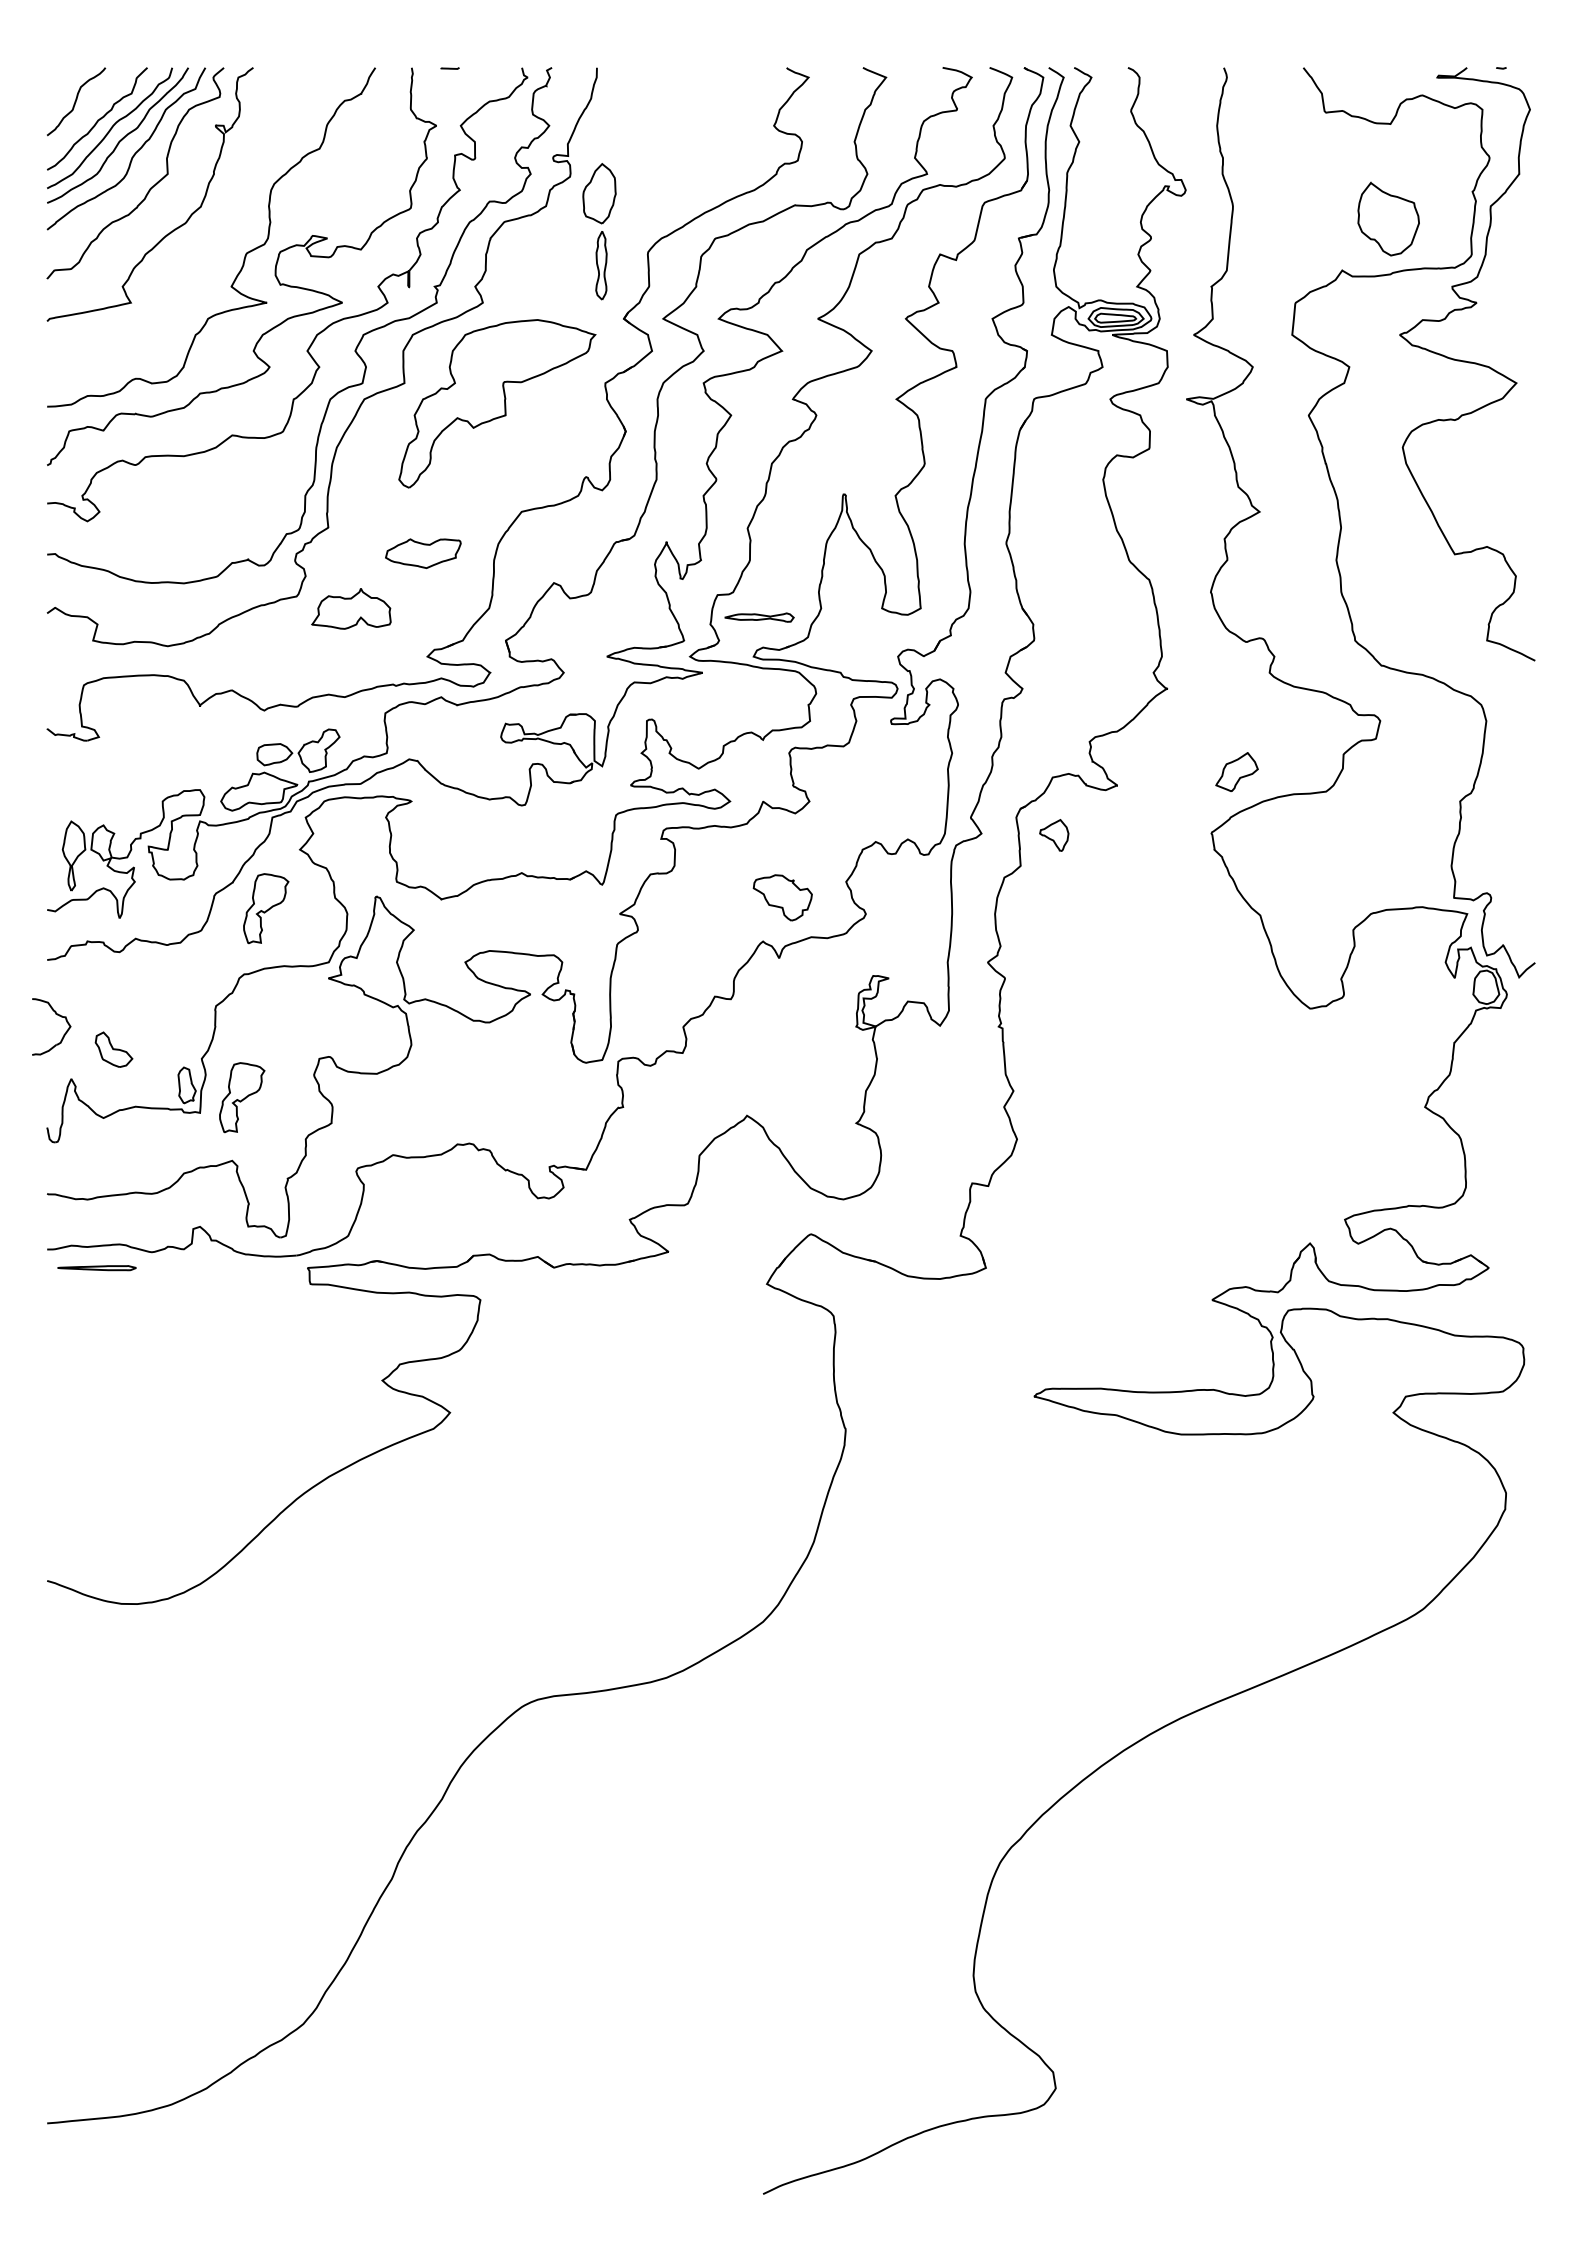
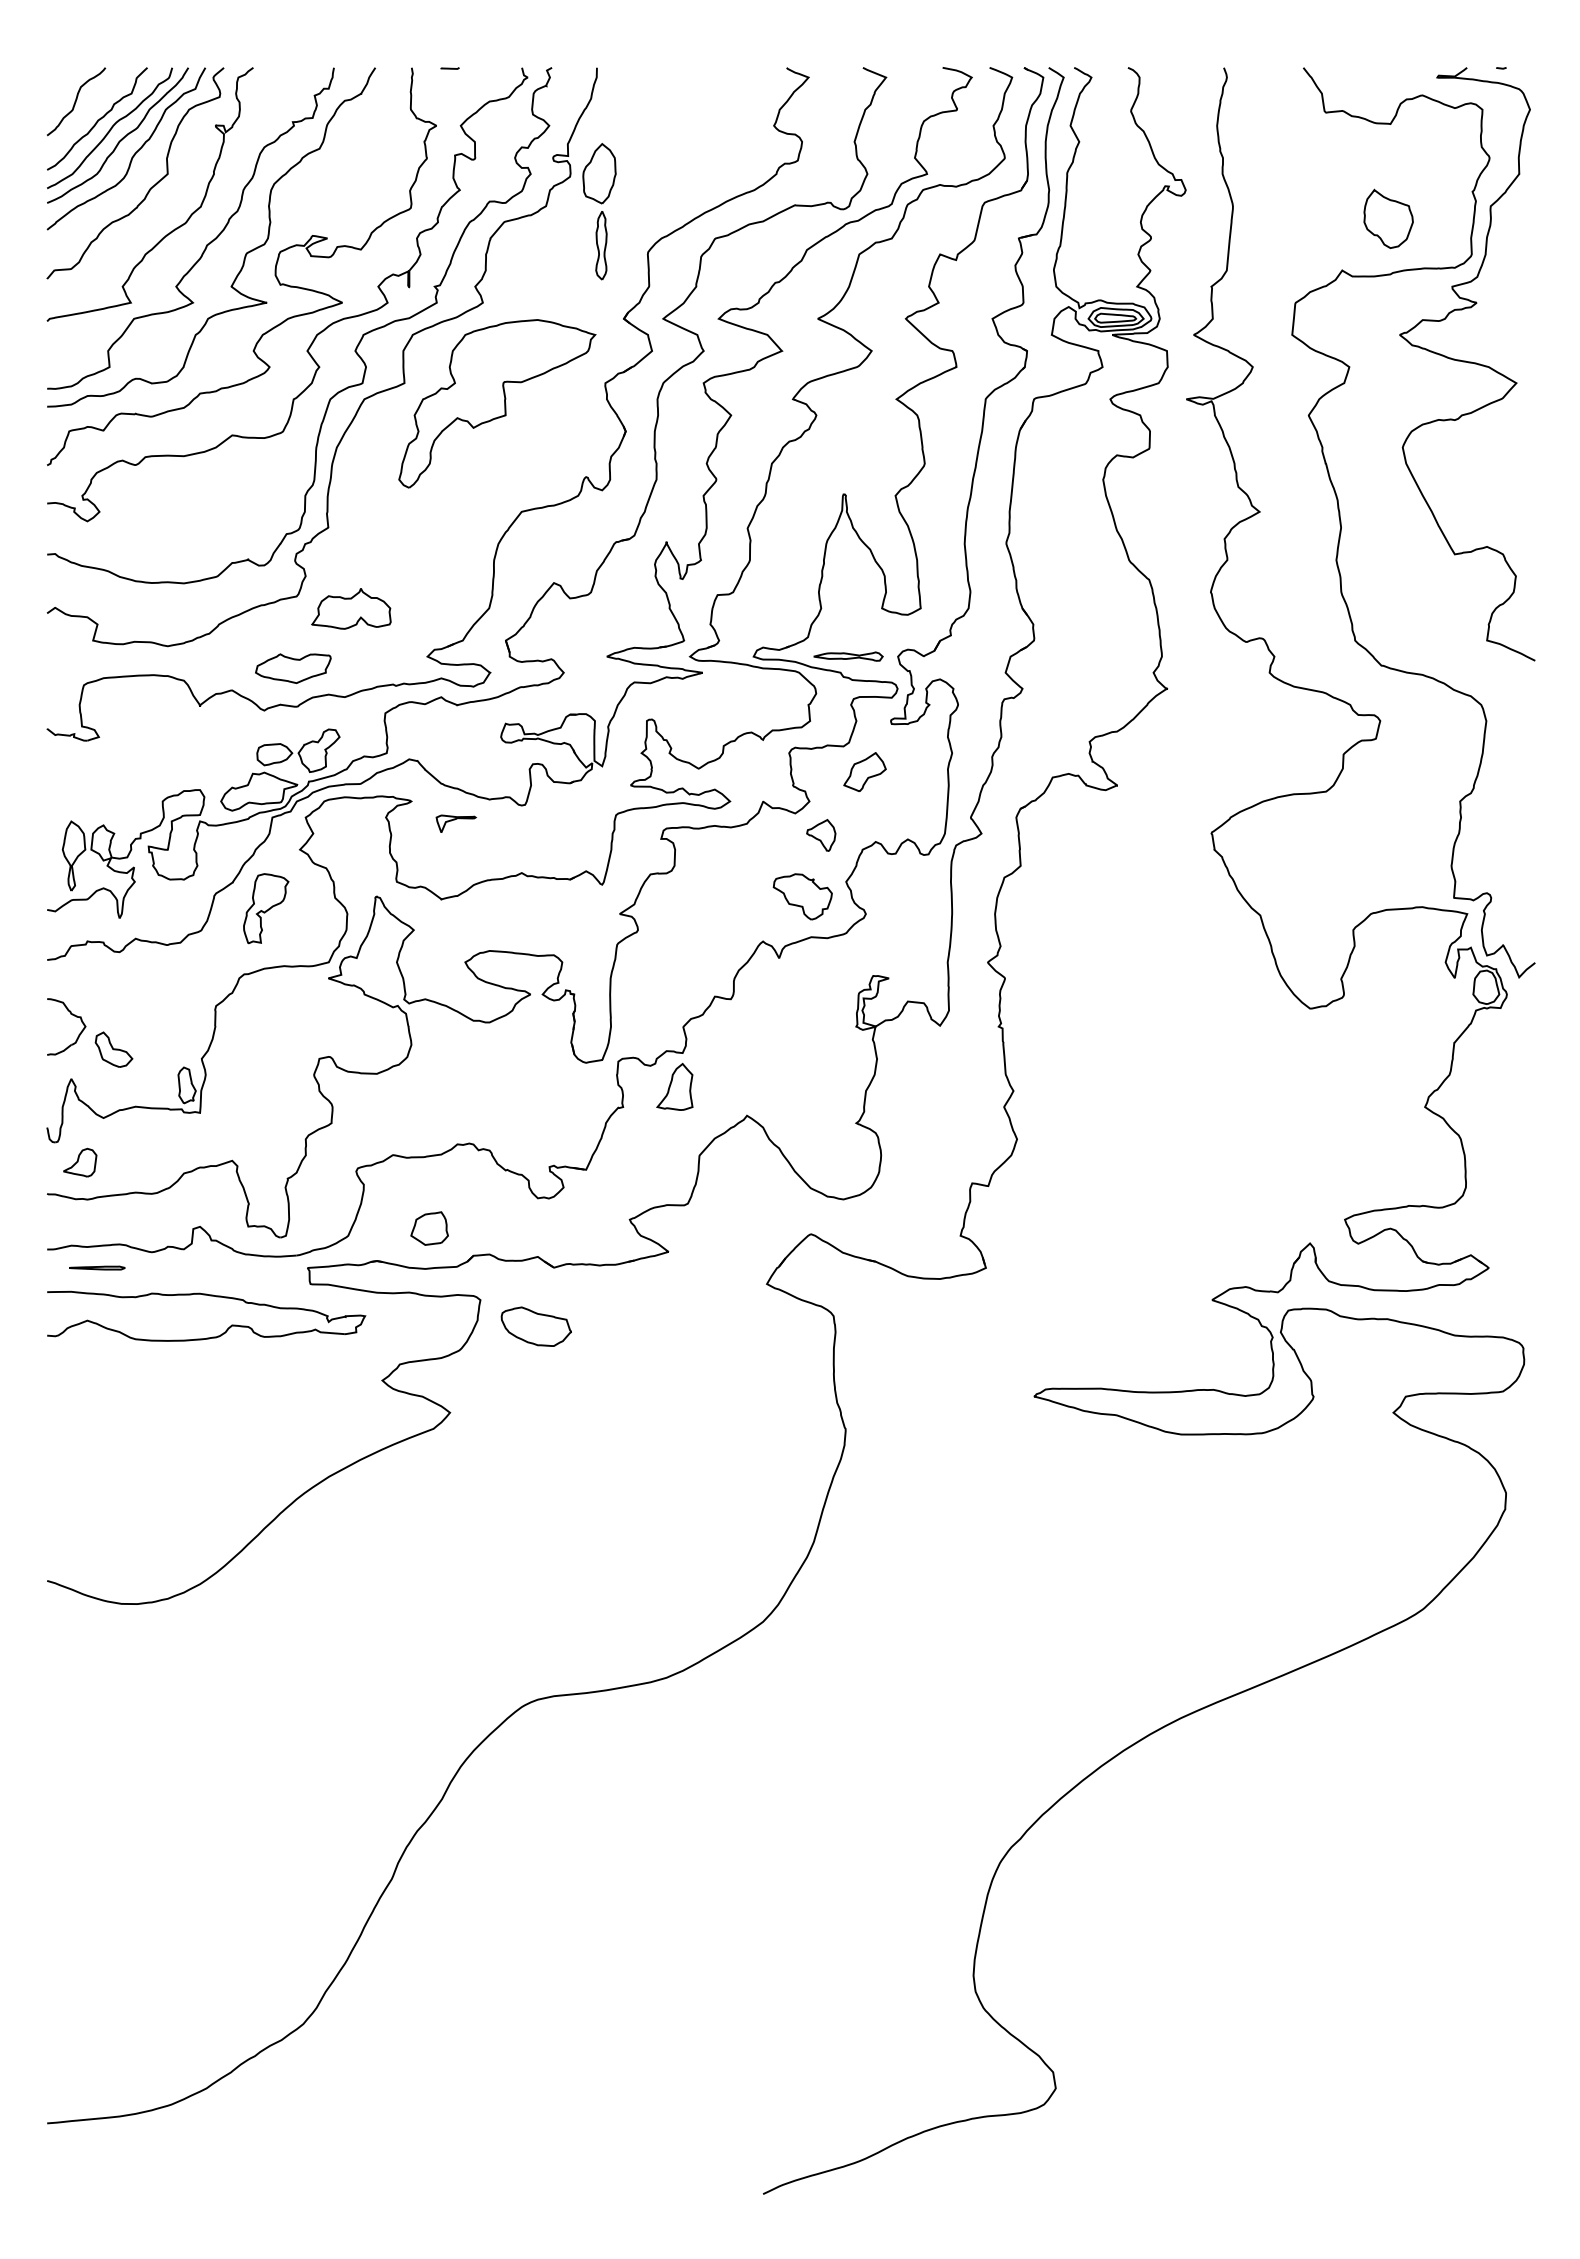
part at (1388, 218) size: 63x76 px -> 51x61 px
part at (599, 231) position: (599, 231) -> (599, 211)
curve at (206, 244): none -> present
part at (423, 553) position: (423, 553) -> (293, 668)
part at (759, 617) position: (759, 617) -> (848, 656)
part at (1236, 771) position: (1236, 771) -> (864, 771)
part at (455, 823): none -> present
part at (1054, 835) position: (1054, 835) -> (821, 835)
part at (782, 897) position: (782, 897) -> (802, 896)
part at (57, 1015) position: (57, 1015) -> (72, 1015)
part at (674, 1086): none -> present
part at (242, 1097): present -> none
part at (80, 1162): none -> present
part at (429, 1228): none -> present
part at (96, 1268) size: 80x7 px -> 57x6 px
part at (209, 1296): none -> present
part at (535, 1326): none -> present
